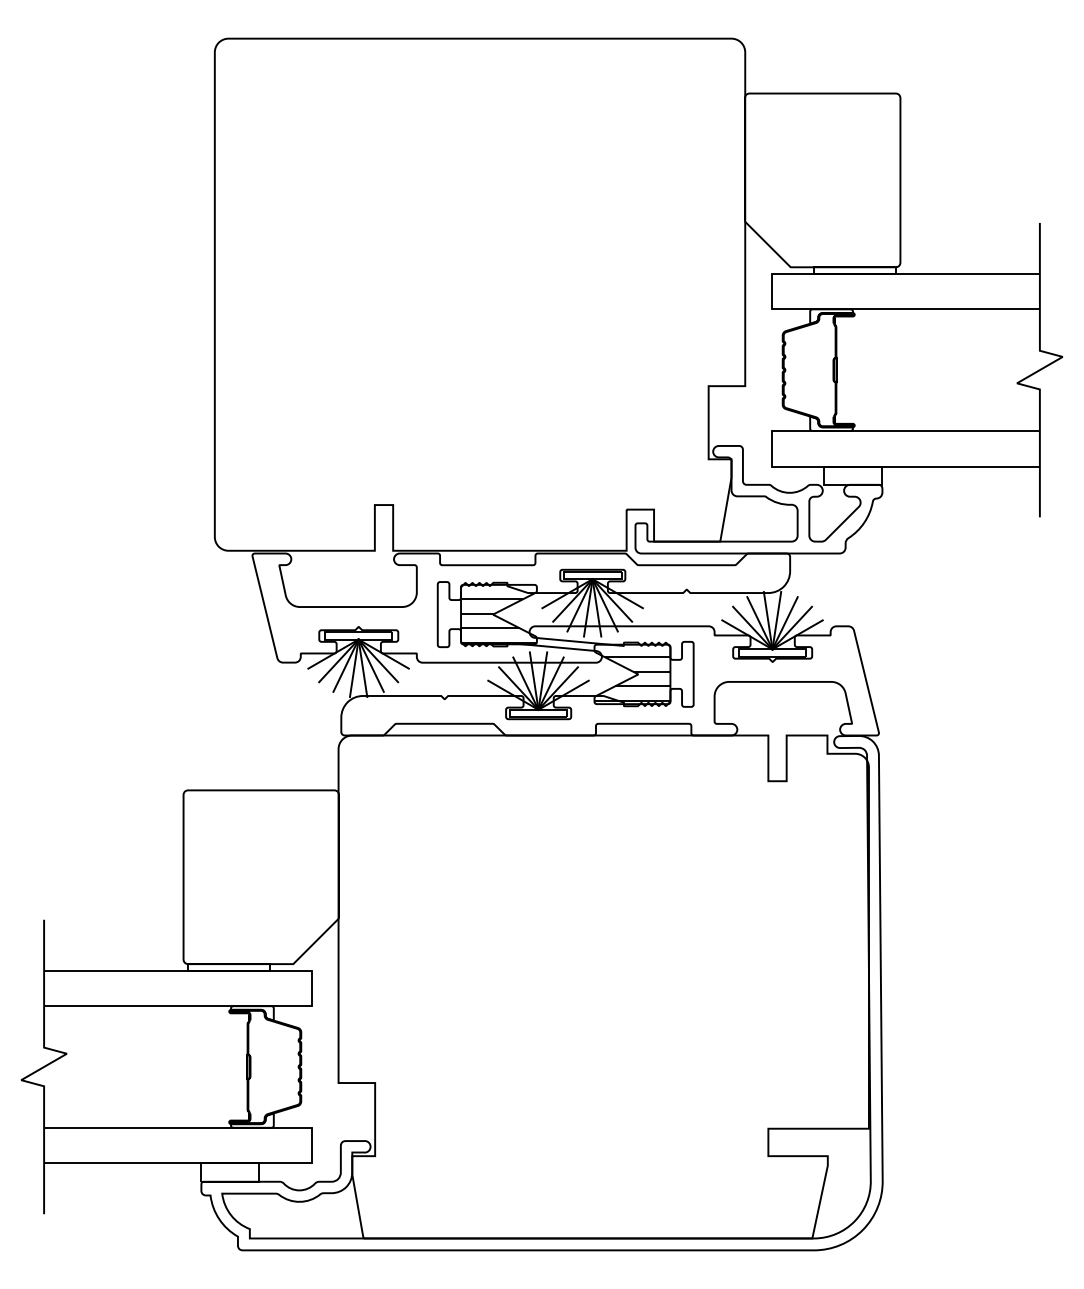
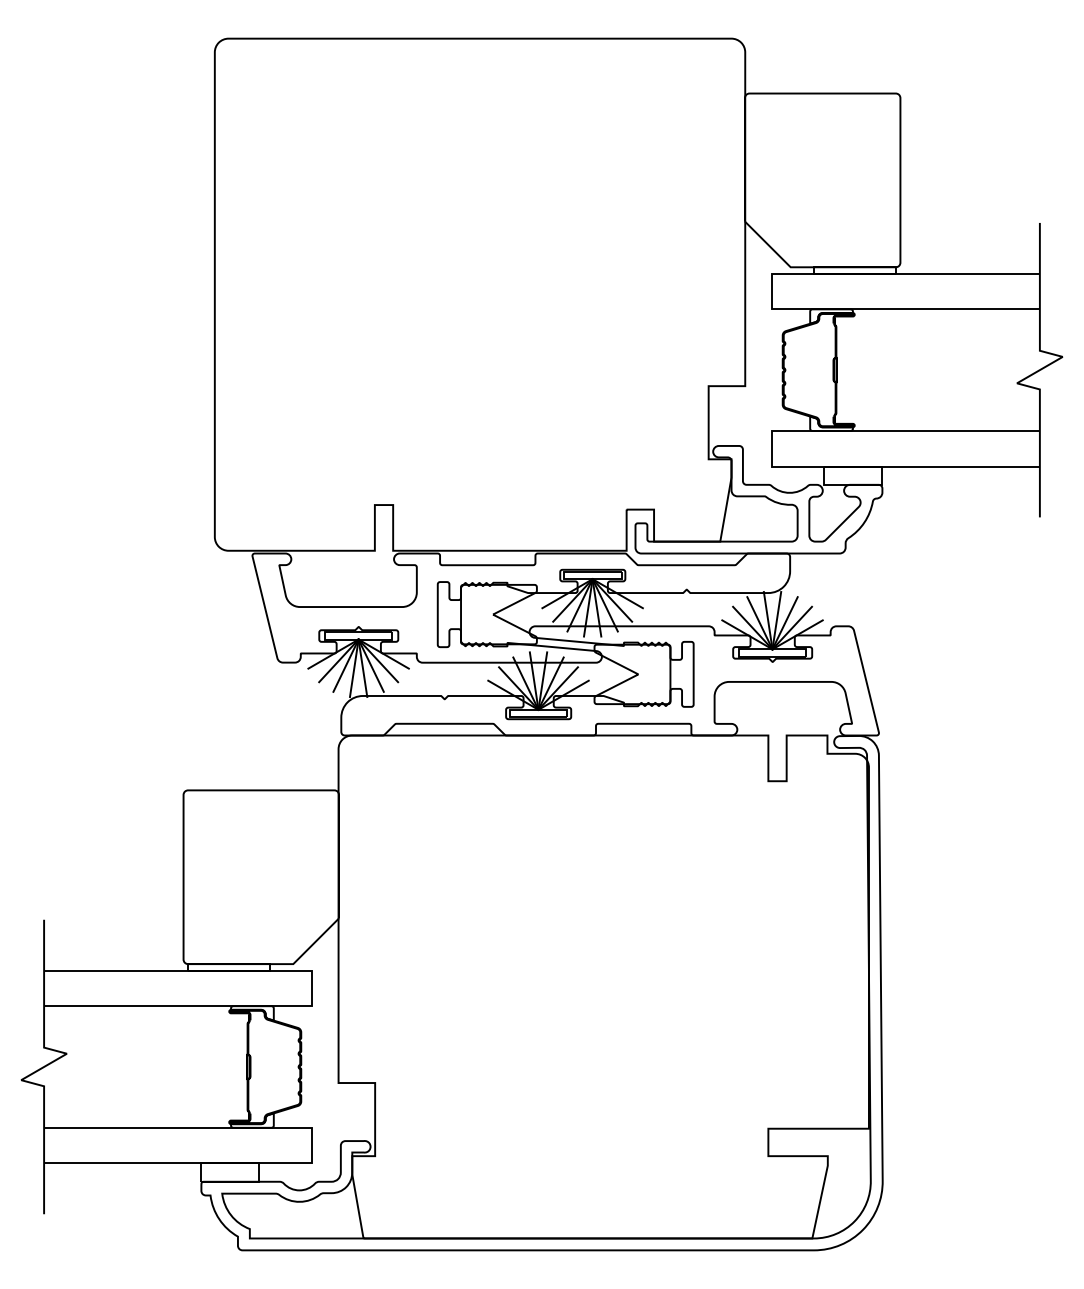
hatch at (498, 620): present -> none
hatch at (632, 679): present -> none
